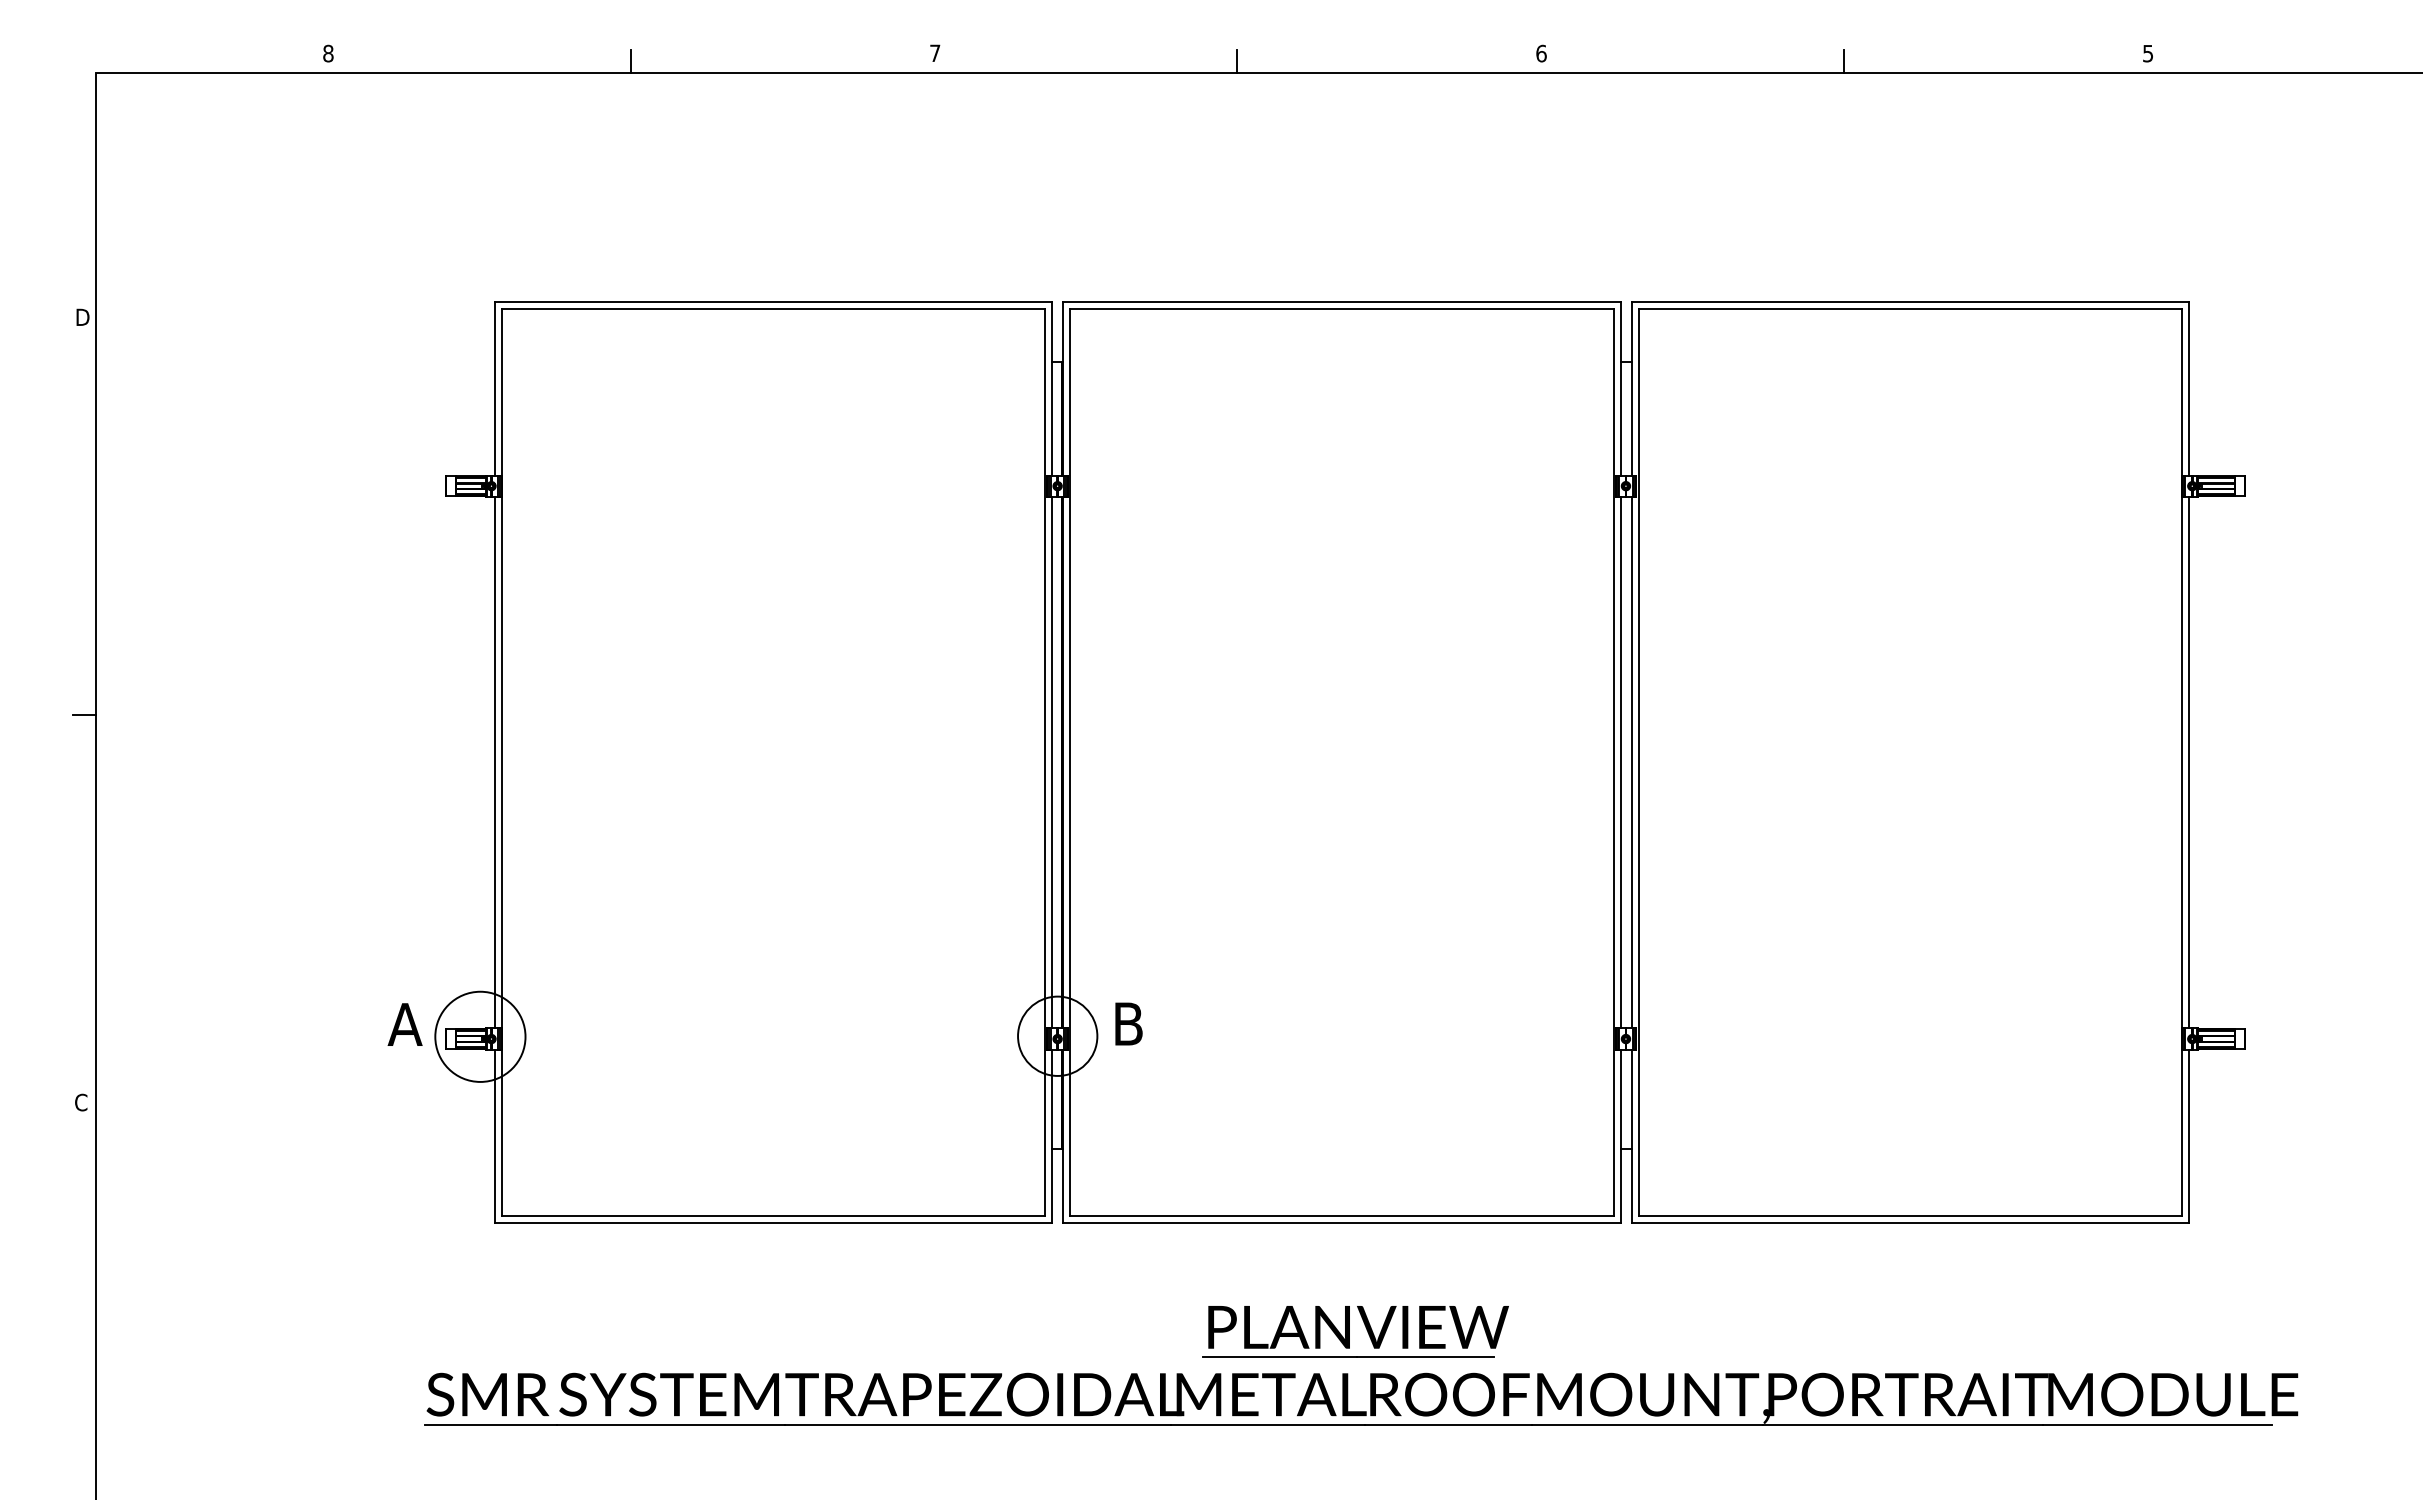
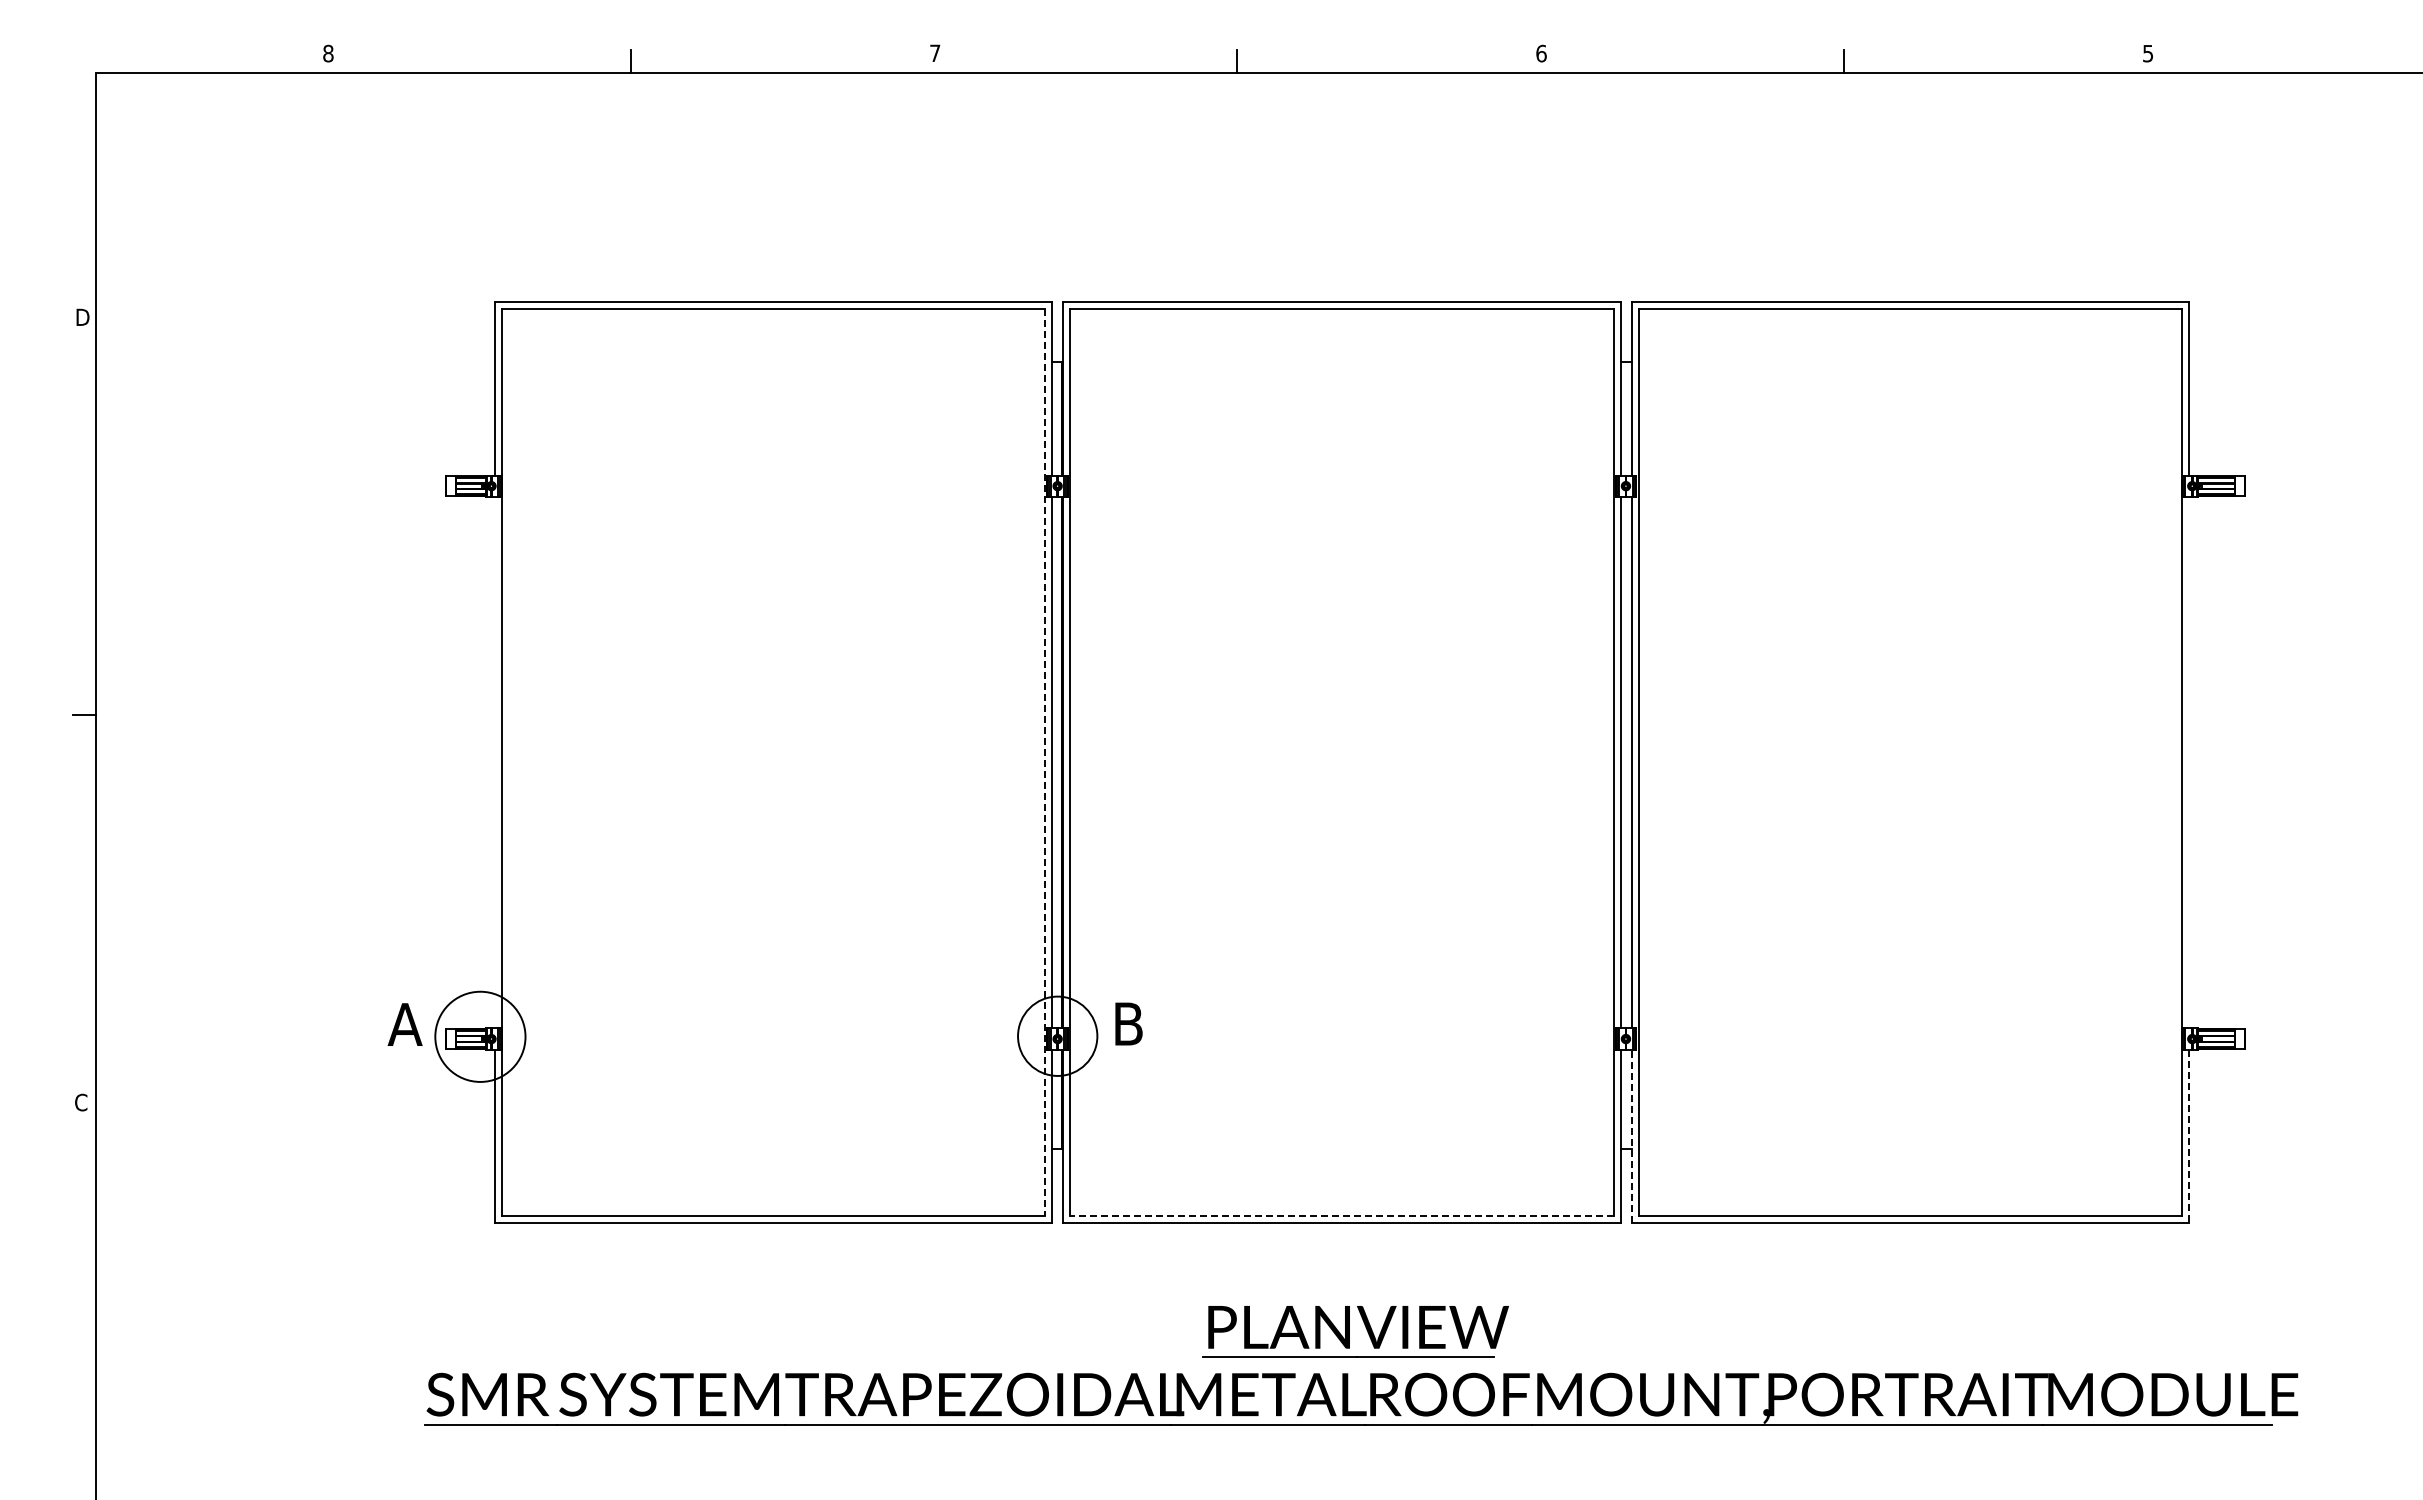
line at (494, 762): present -> none
line at (1045, 762): solid -> dashed
line at (2188, 762): present -> none
line at (1631, 1136): solid -> dashed
line at (2188, 1136): solid -> dashed
line at (1341, 1216): solid -> dashed
